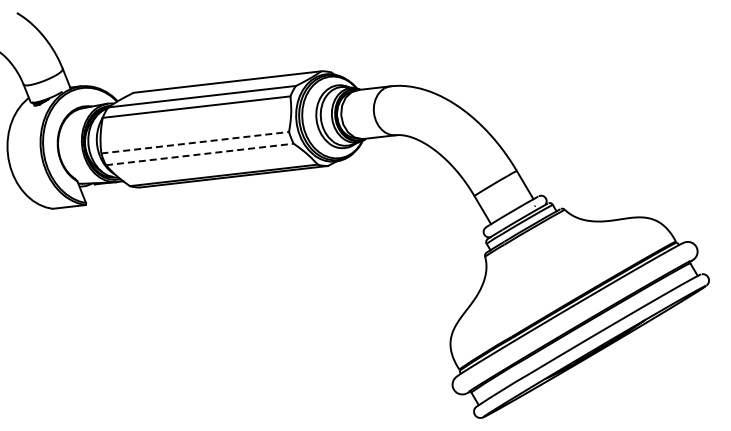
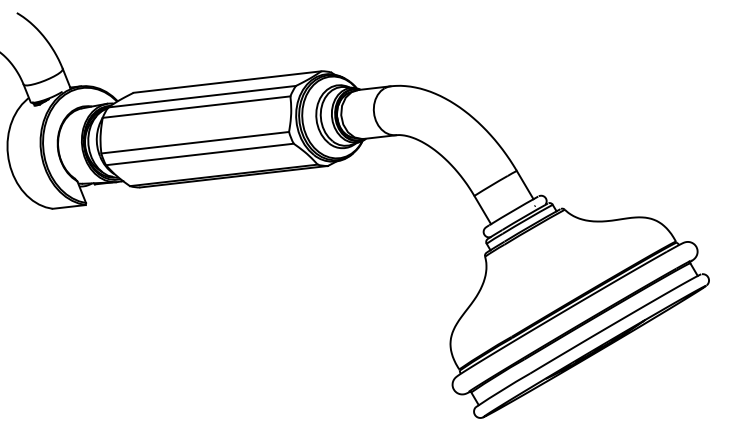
line at (195, 142): dashed -> solid
line at (200, 154): dashed -> solid
